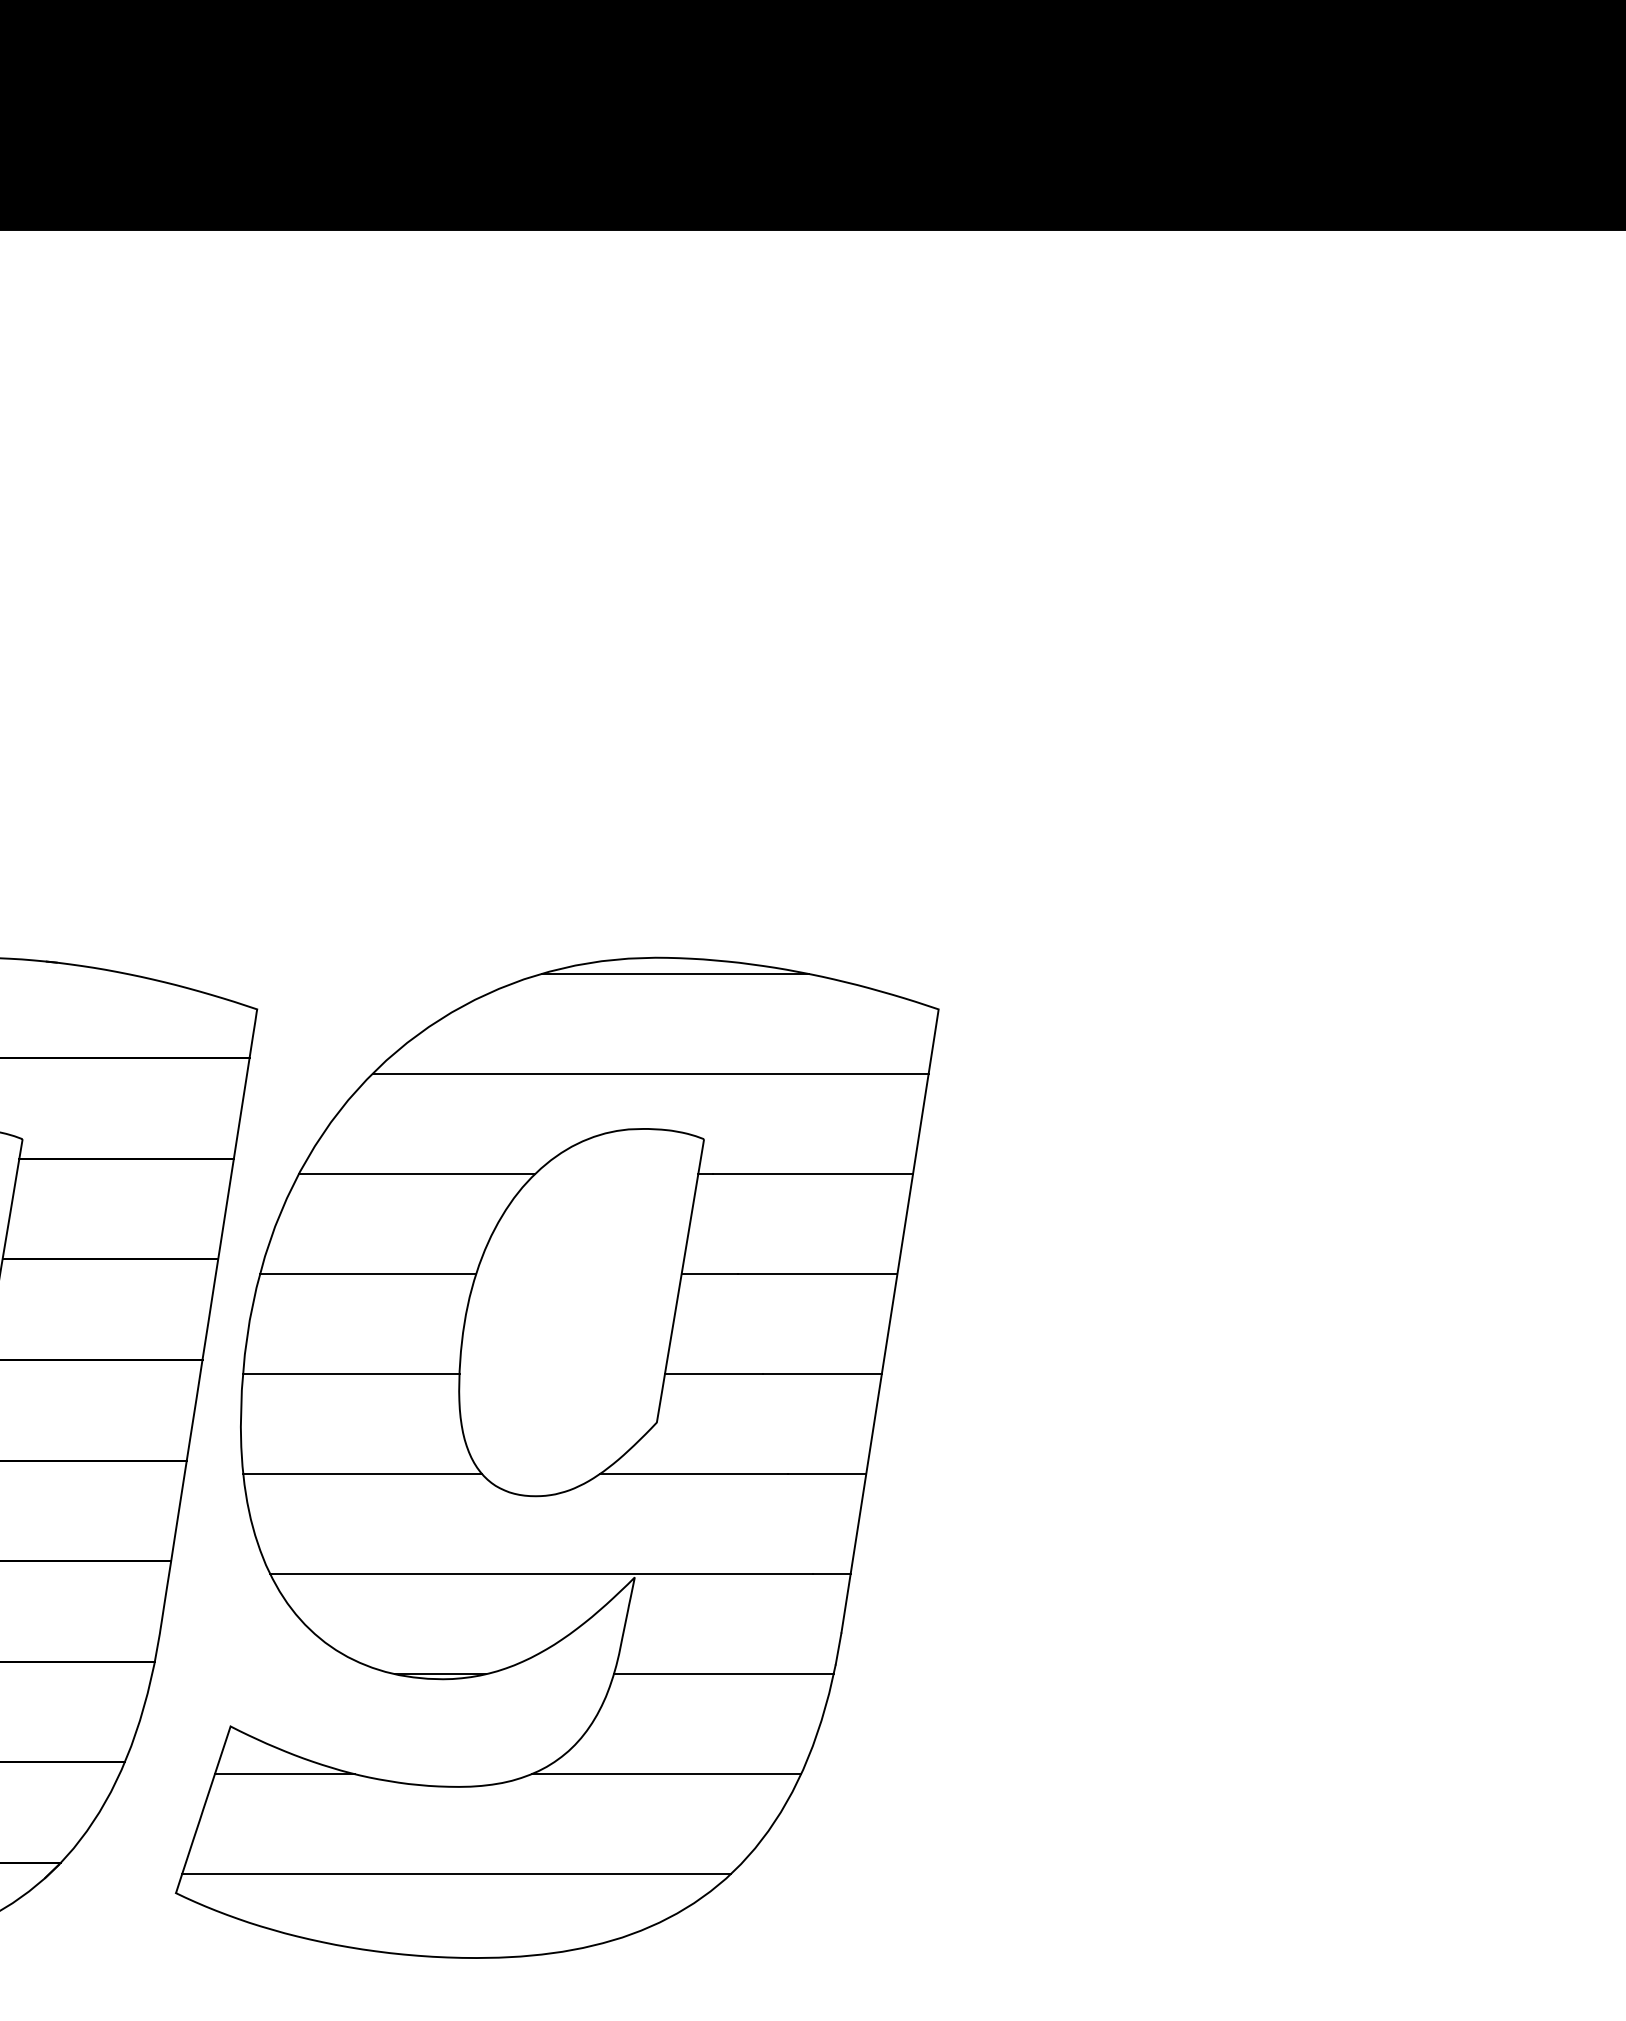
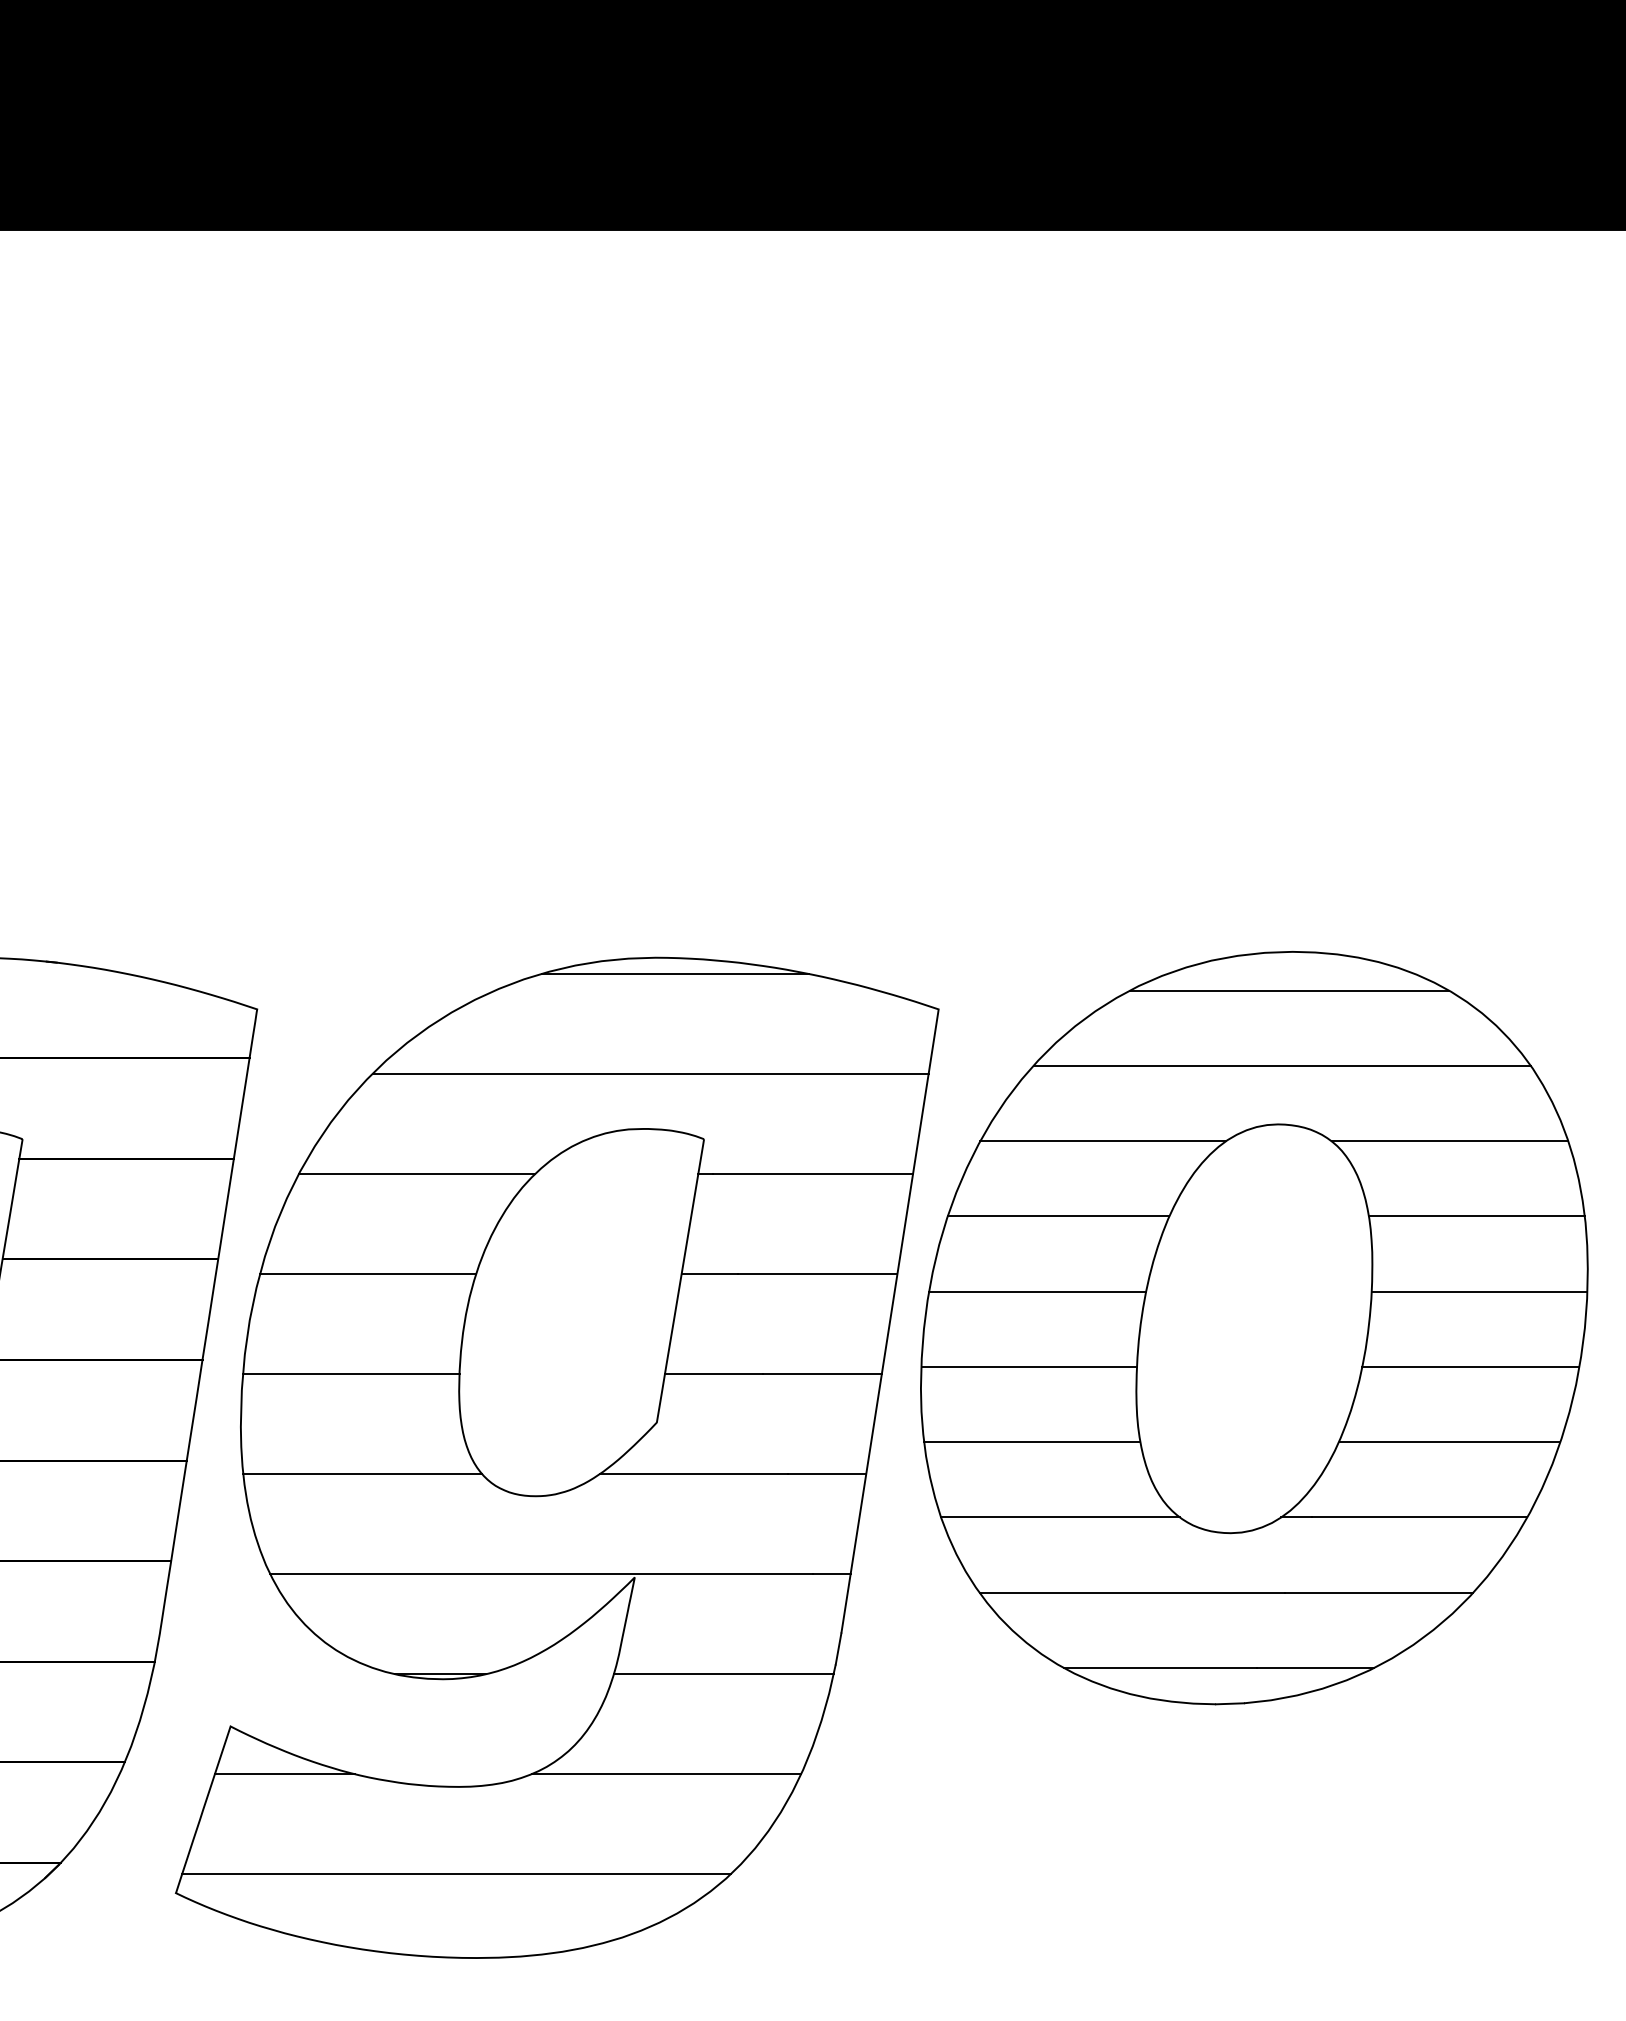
part at (1254, 1328): none -> present
